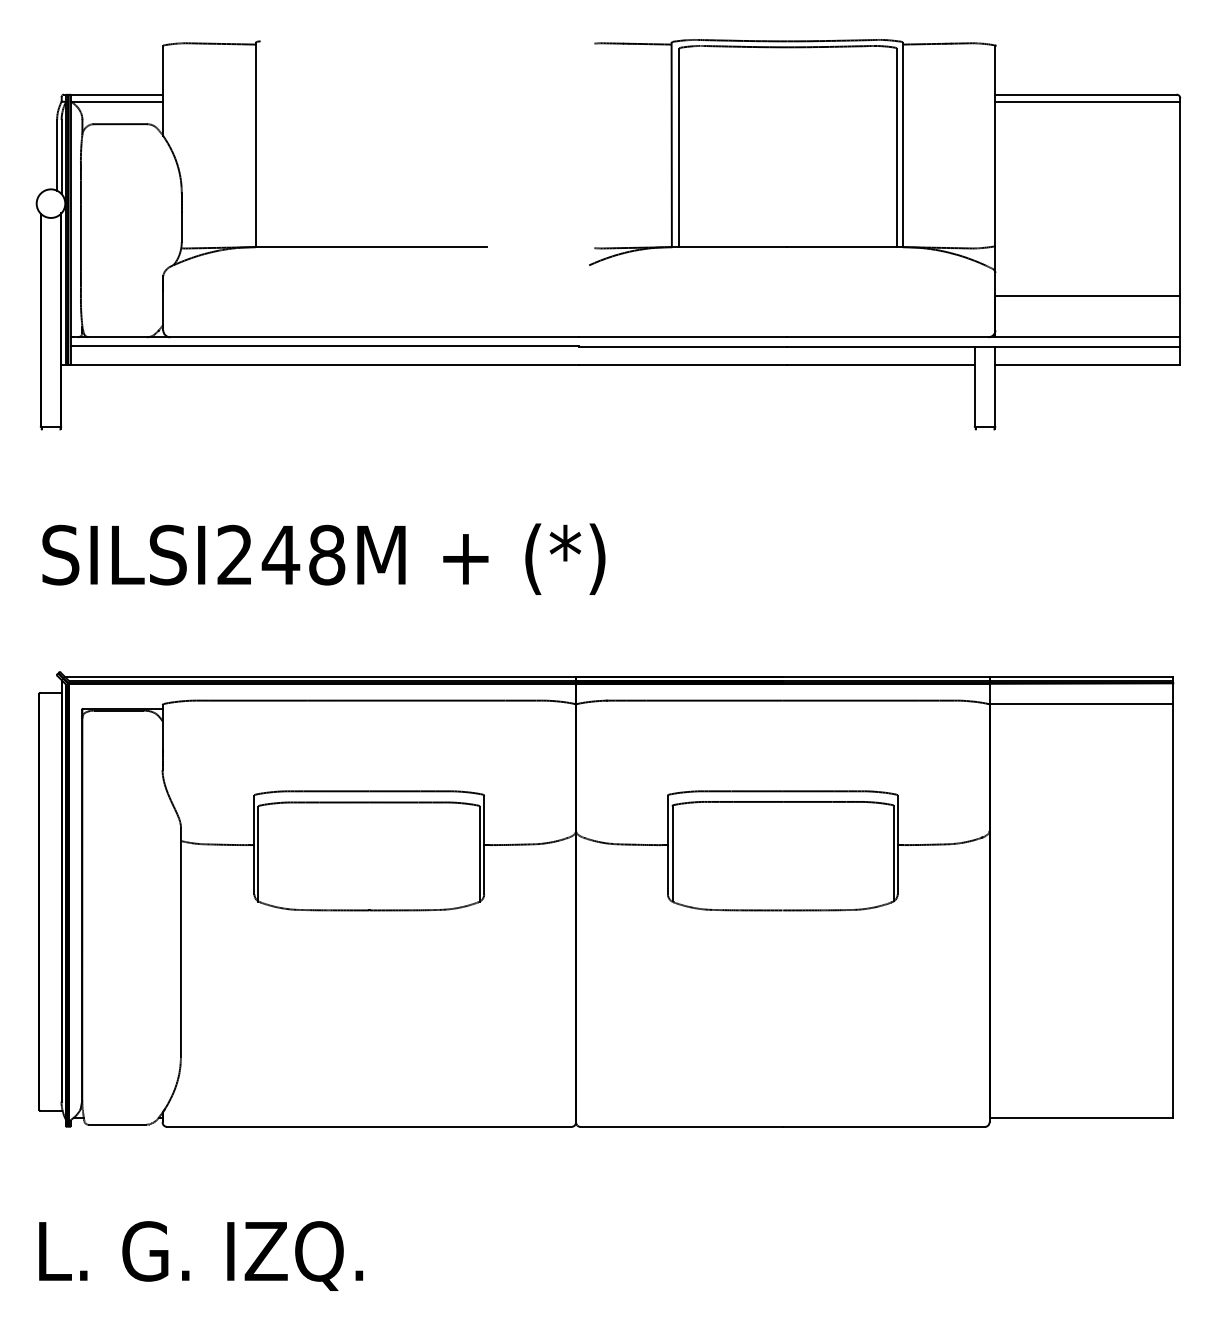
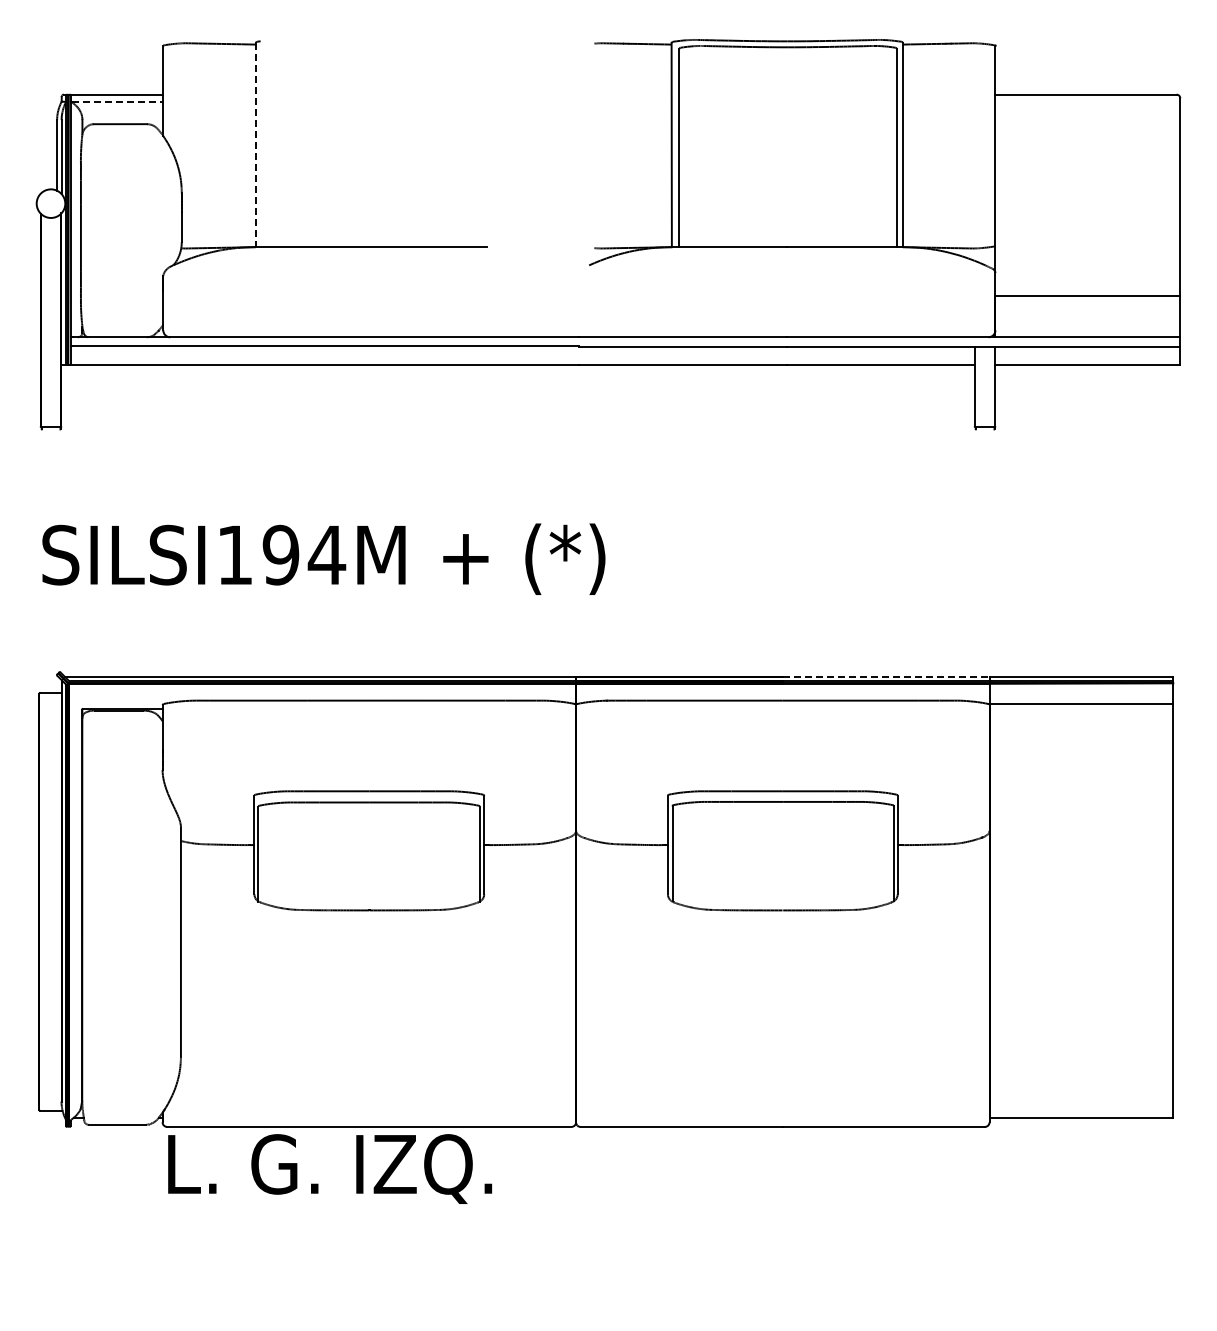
line at (117, 102): solid -> dashed
line at (1087, 102): present -> none
line at (255, 145): solid -> dashed
text at (281, 554): SILSI248M -> SILSI194M
line at (886, 676): solid -> dashed
text at (200, 1255) position: (200, 1255) -> (329, 1168)
